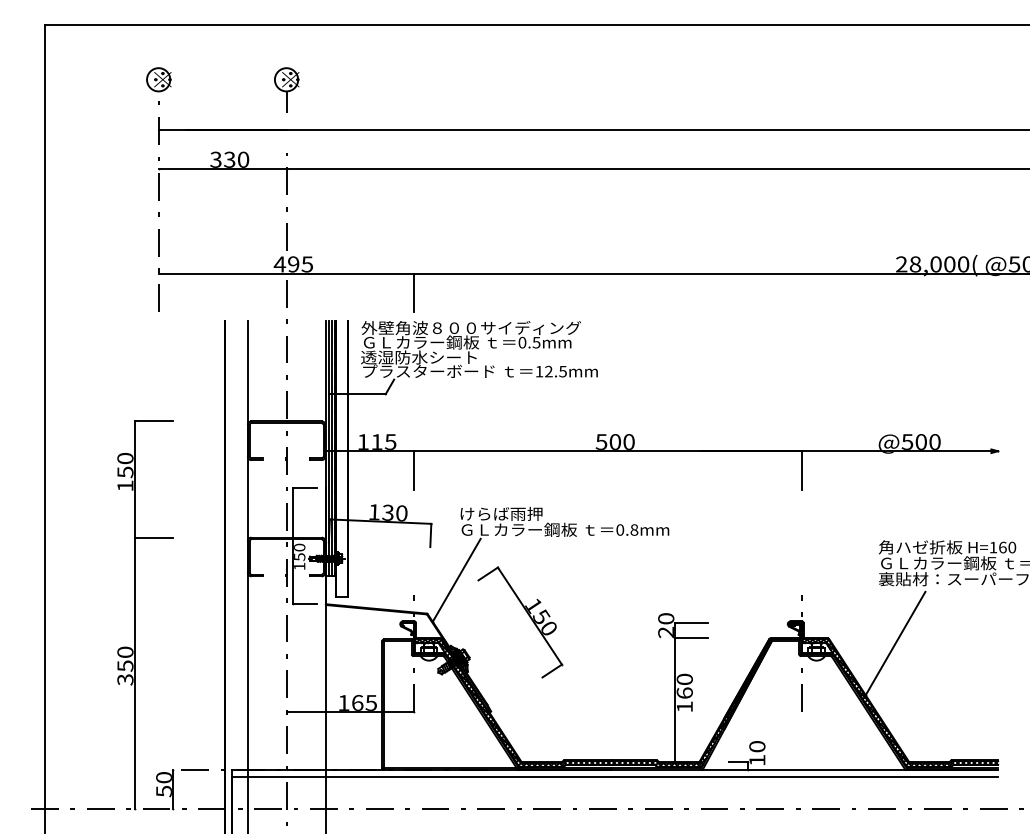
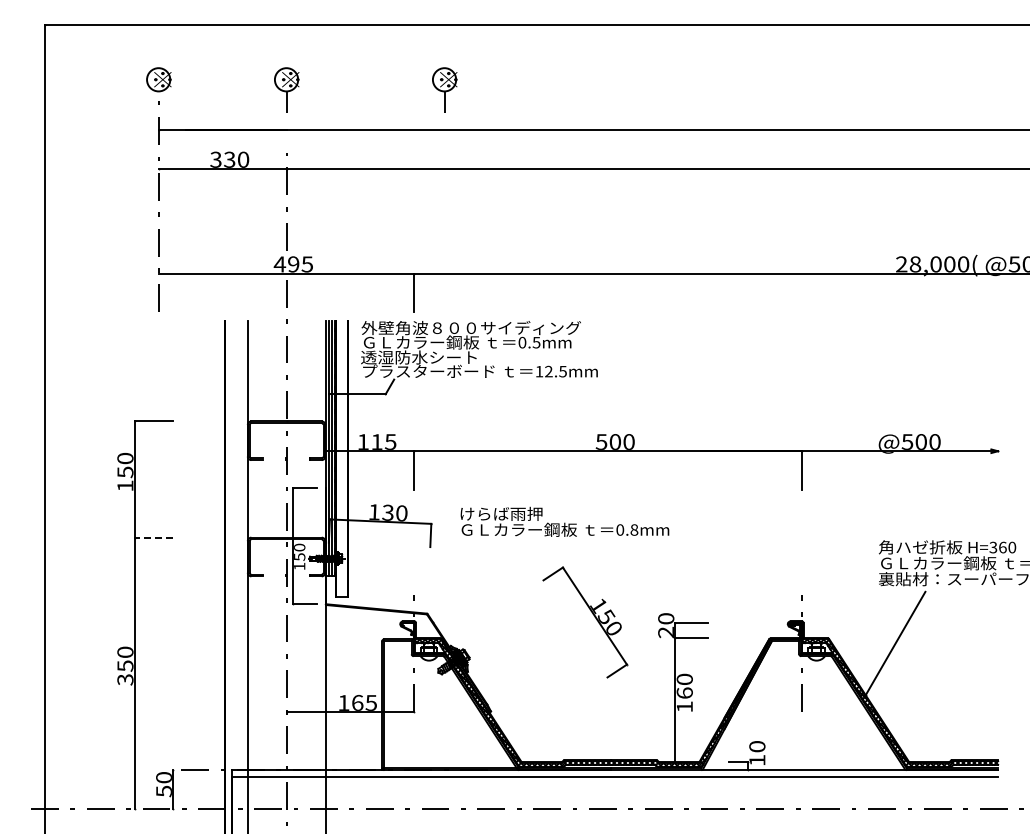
part at (444, 89): none -> present
line at (153, 537): solid -> dashed
text at (993, 547): H=160 -> H=360
line at (456, 579): present -> none
part at (529, 617) position: (529, 617) -> (594, 617)
